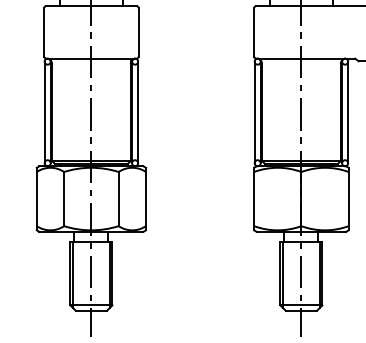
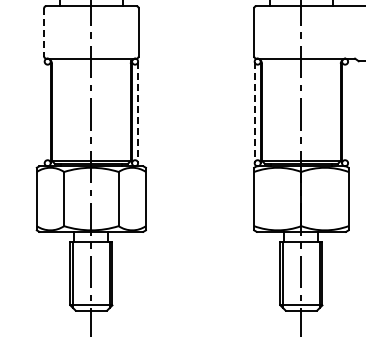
line at (44, 32): solid -> dashed
line at (44, 112): present -> none
line at (138, 112): solid -> dashed
line at (254, 112): solid -> dashed
line at (348, 112): present -> none
